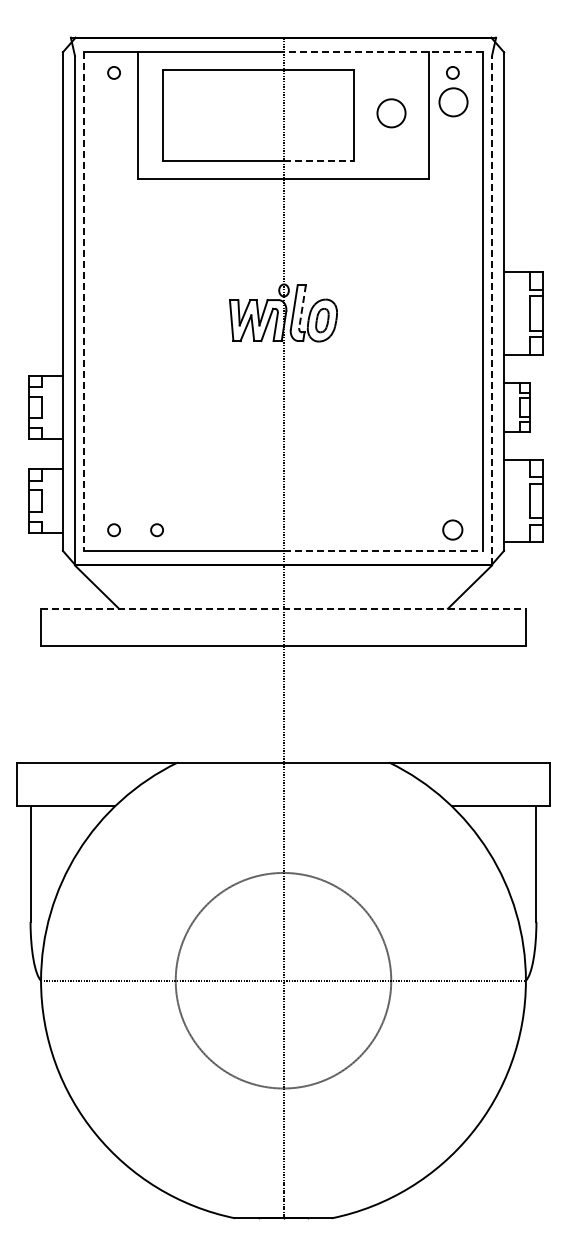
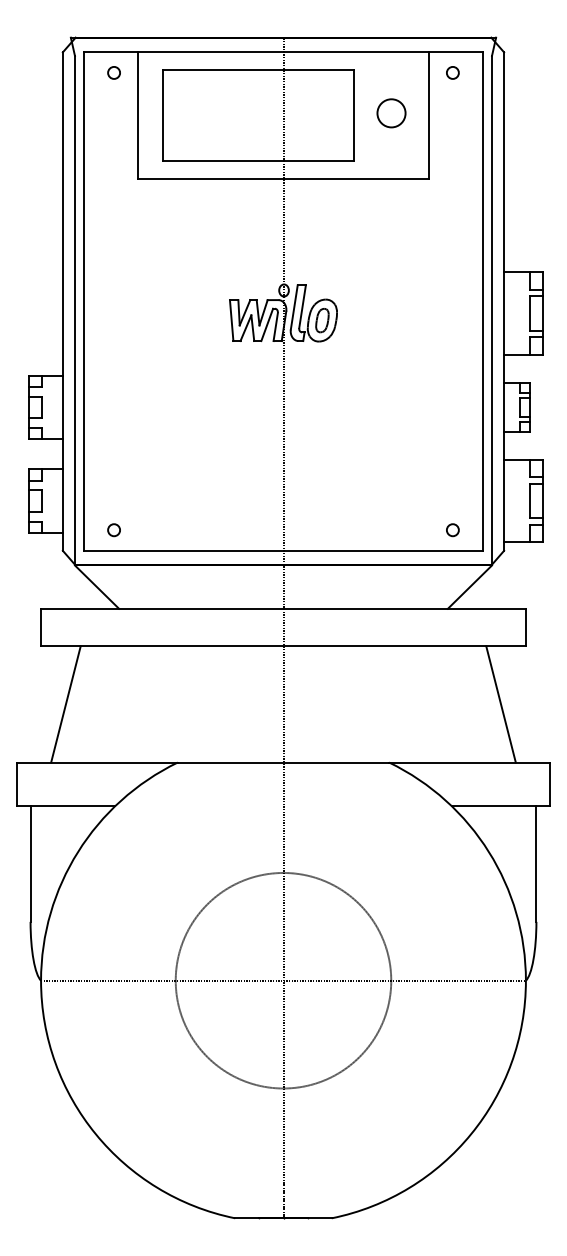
line at (383, 52): dashed -> solid
circle at (453, 102): present -> none
line at (319, 161): dashed -> solid
line at (84, 302): dashed -> solid
line at (302, 306): dashed -> solid
line at (491, 310): dashed -> solid
circle at (452, 529) size: 22x22 px -> 14x15 px
circle at (156, 530): present -> none
line at (383, 550): dashed -> solid
line at (283, 608): dashed -> solid
line at (65, 704): none -> present
line at (500, 704): none -> present
